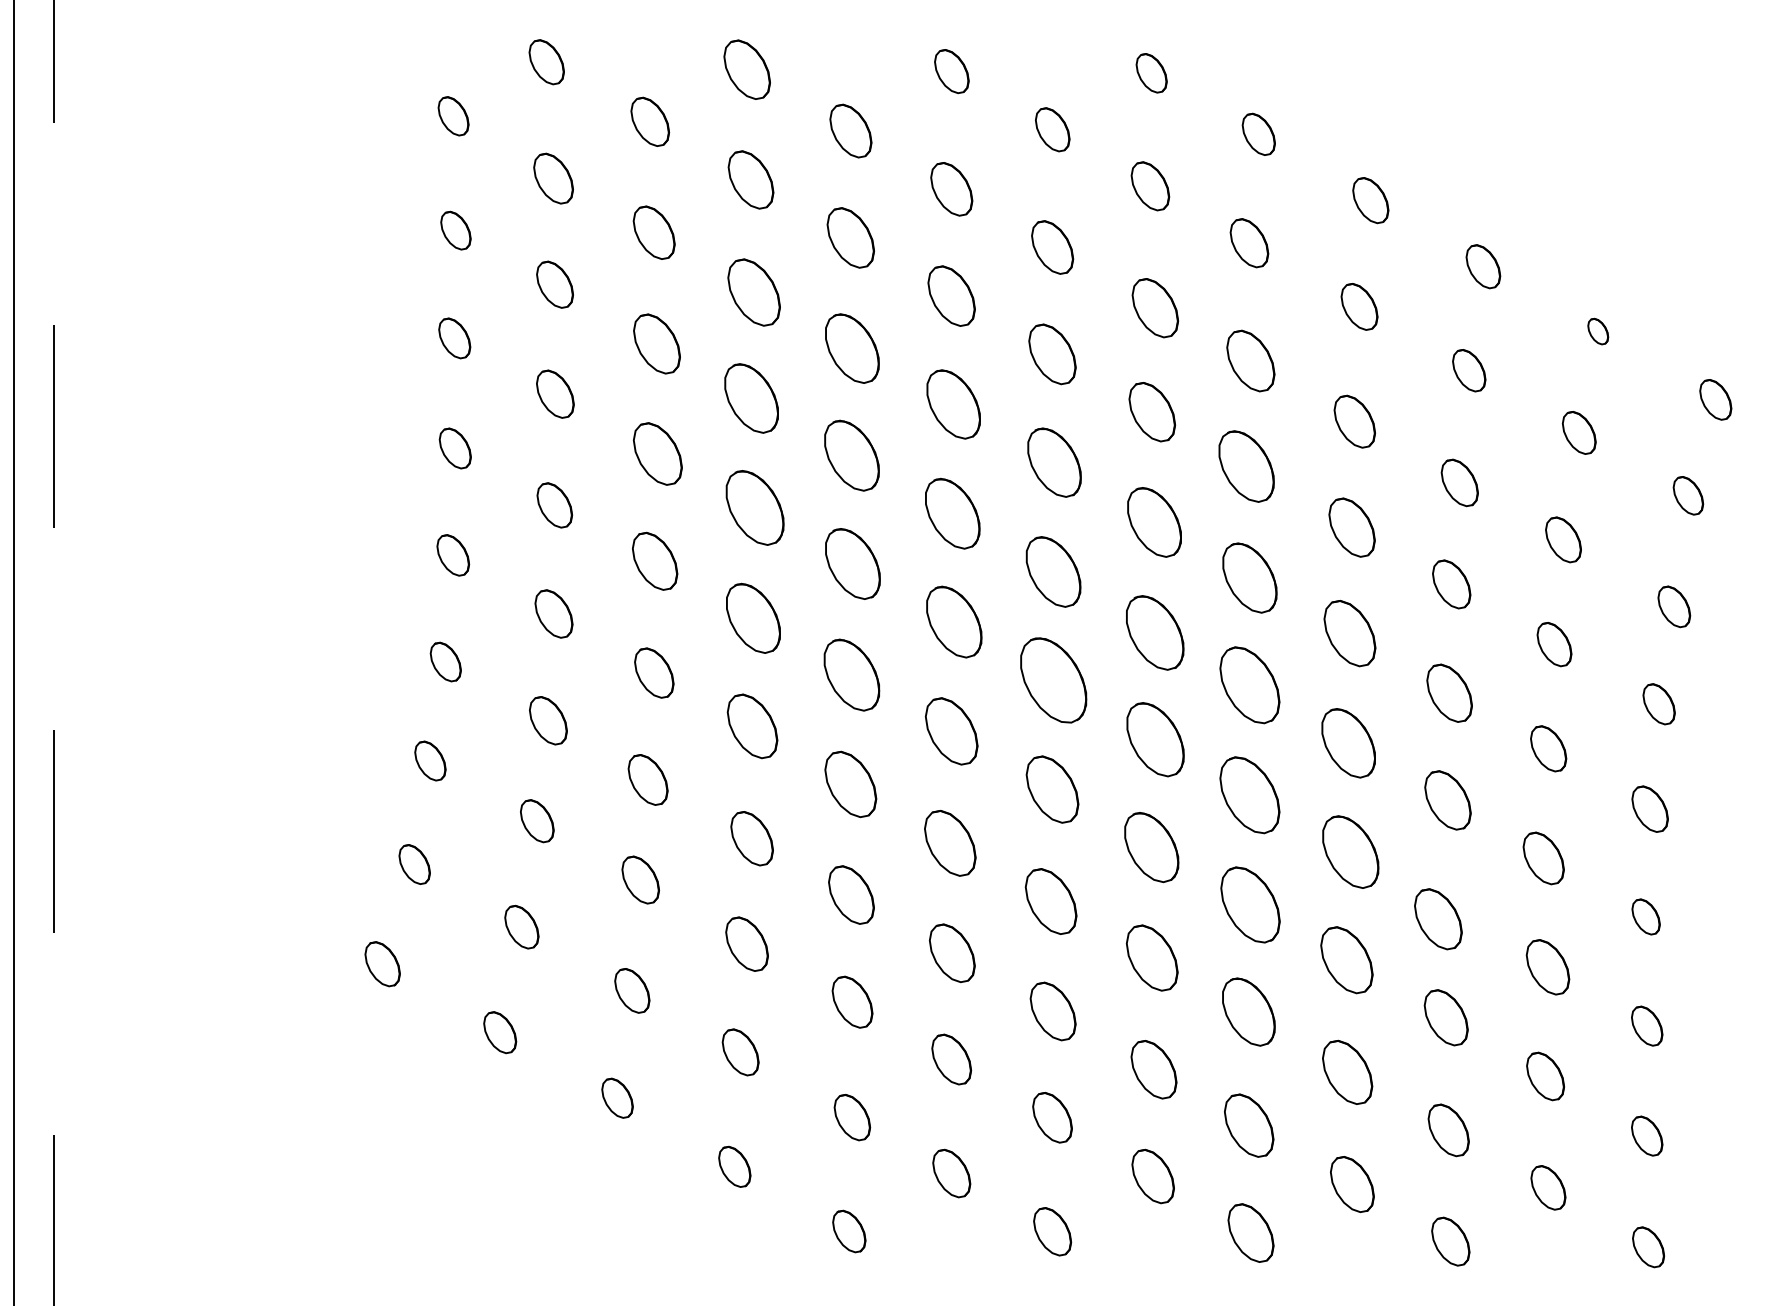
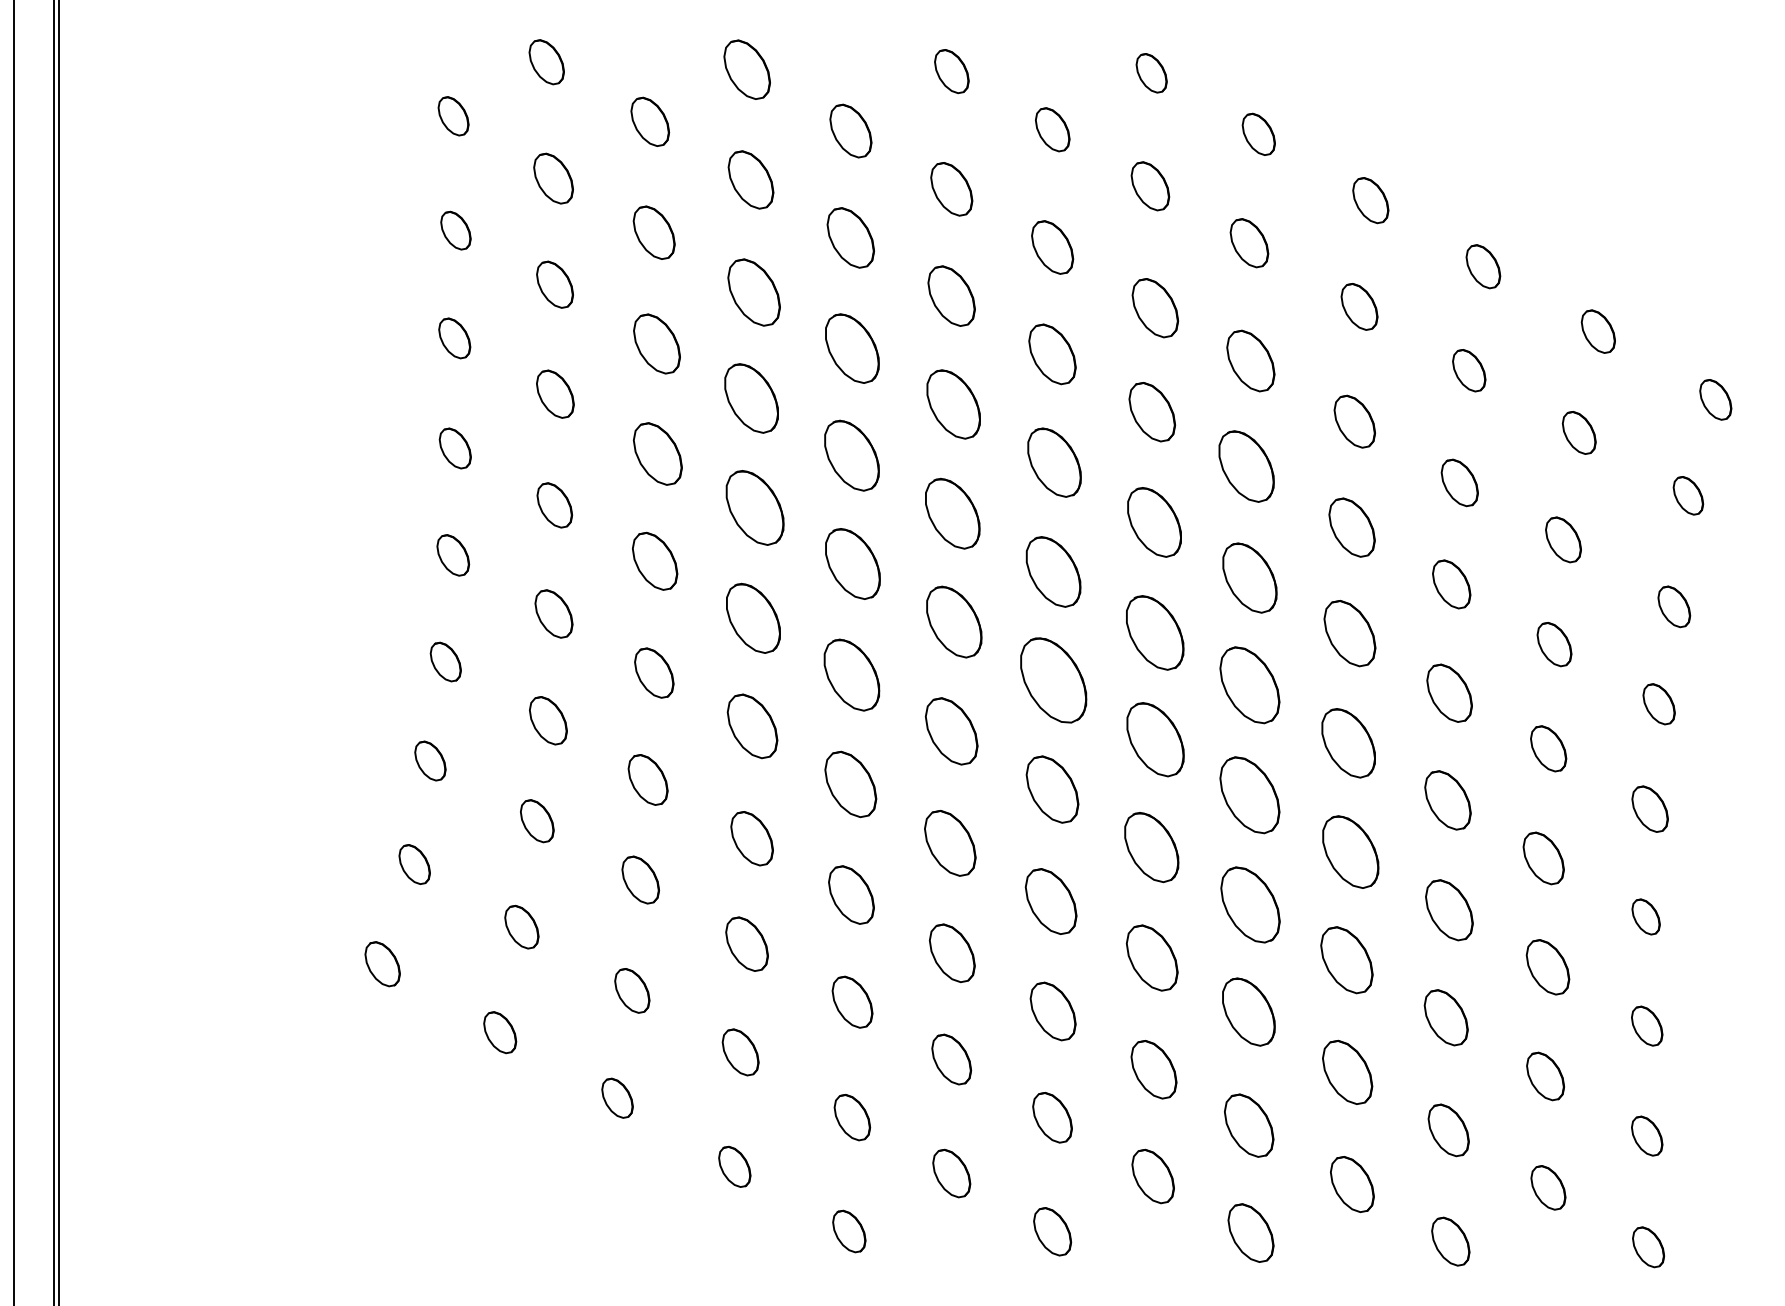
part at (1598, 331) size: 23x29 px -> 36x45 px
line at (59, 652): none -> present
line at (53, 653): dashed -> solid
part at (1438, 919) position: (1438, 919) -> (1449, 910)
